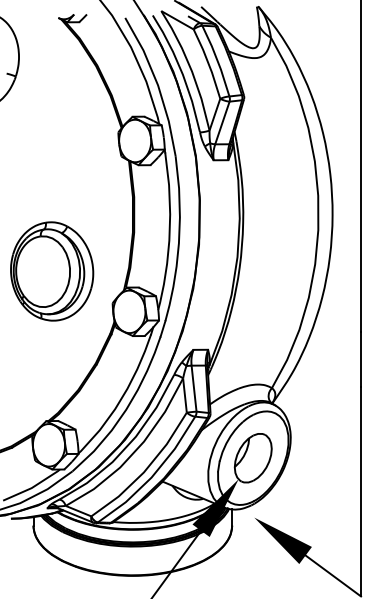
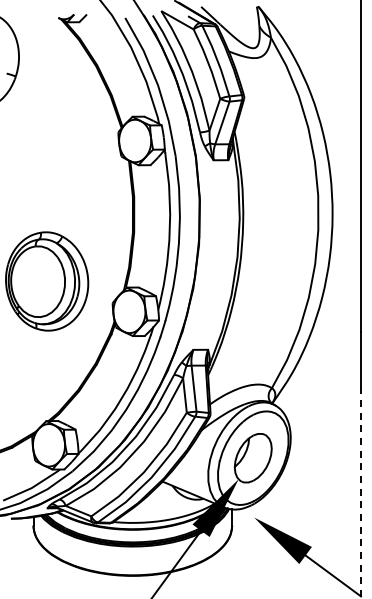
part at (52, 271) position: (52, 271) -> (47, 281)
line at (361, 491): solid -> dashed
